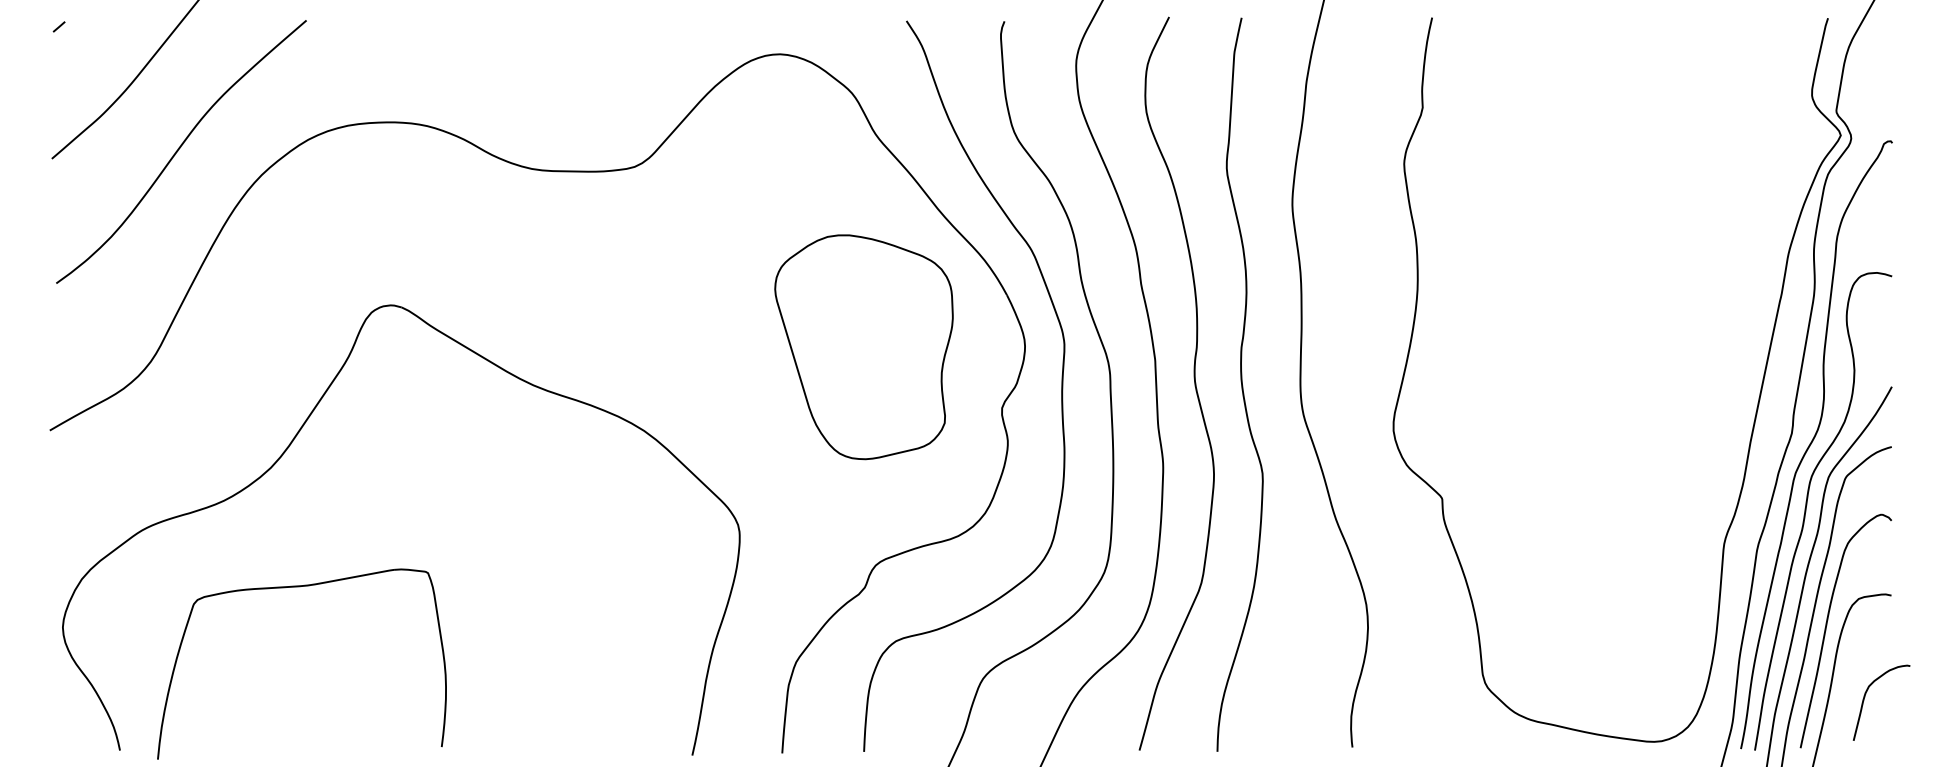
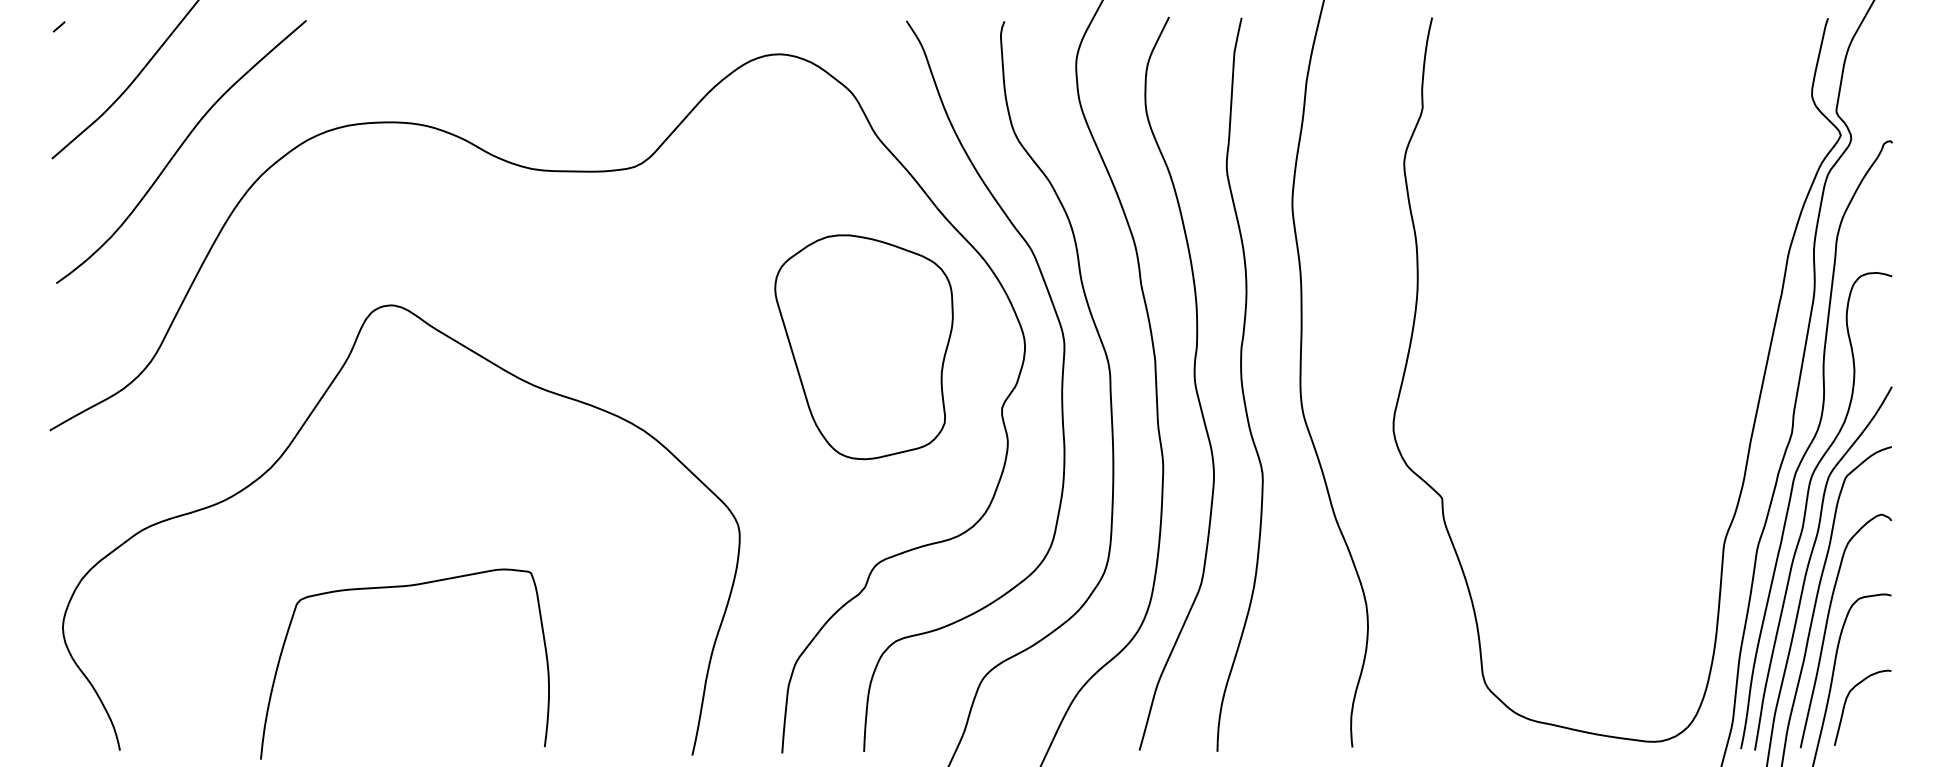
part at (300, 587) position: (300, 587) -> (403, 587)
curve at (1865, 697) position: (1865, 697) -> (1846, 702)
